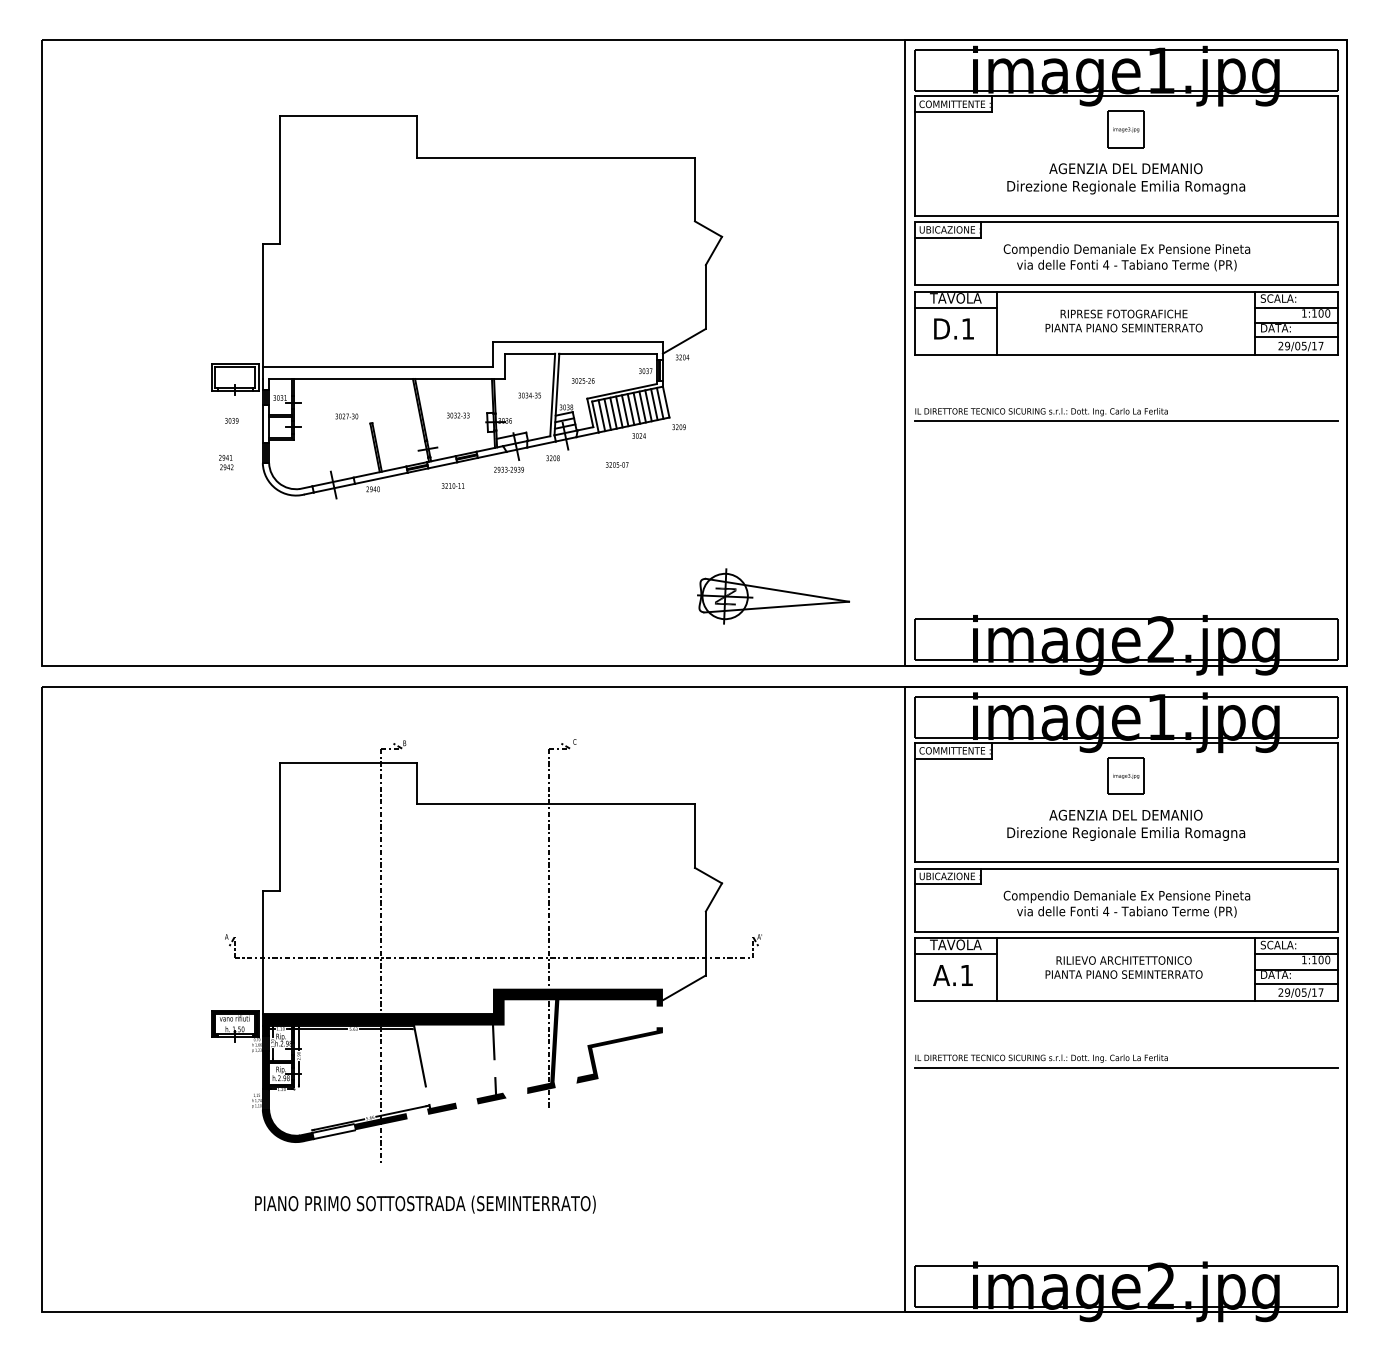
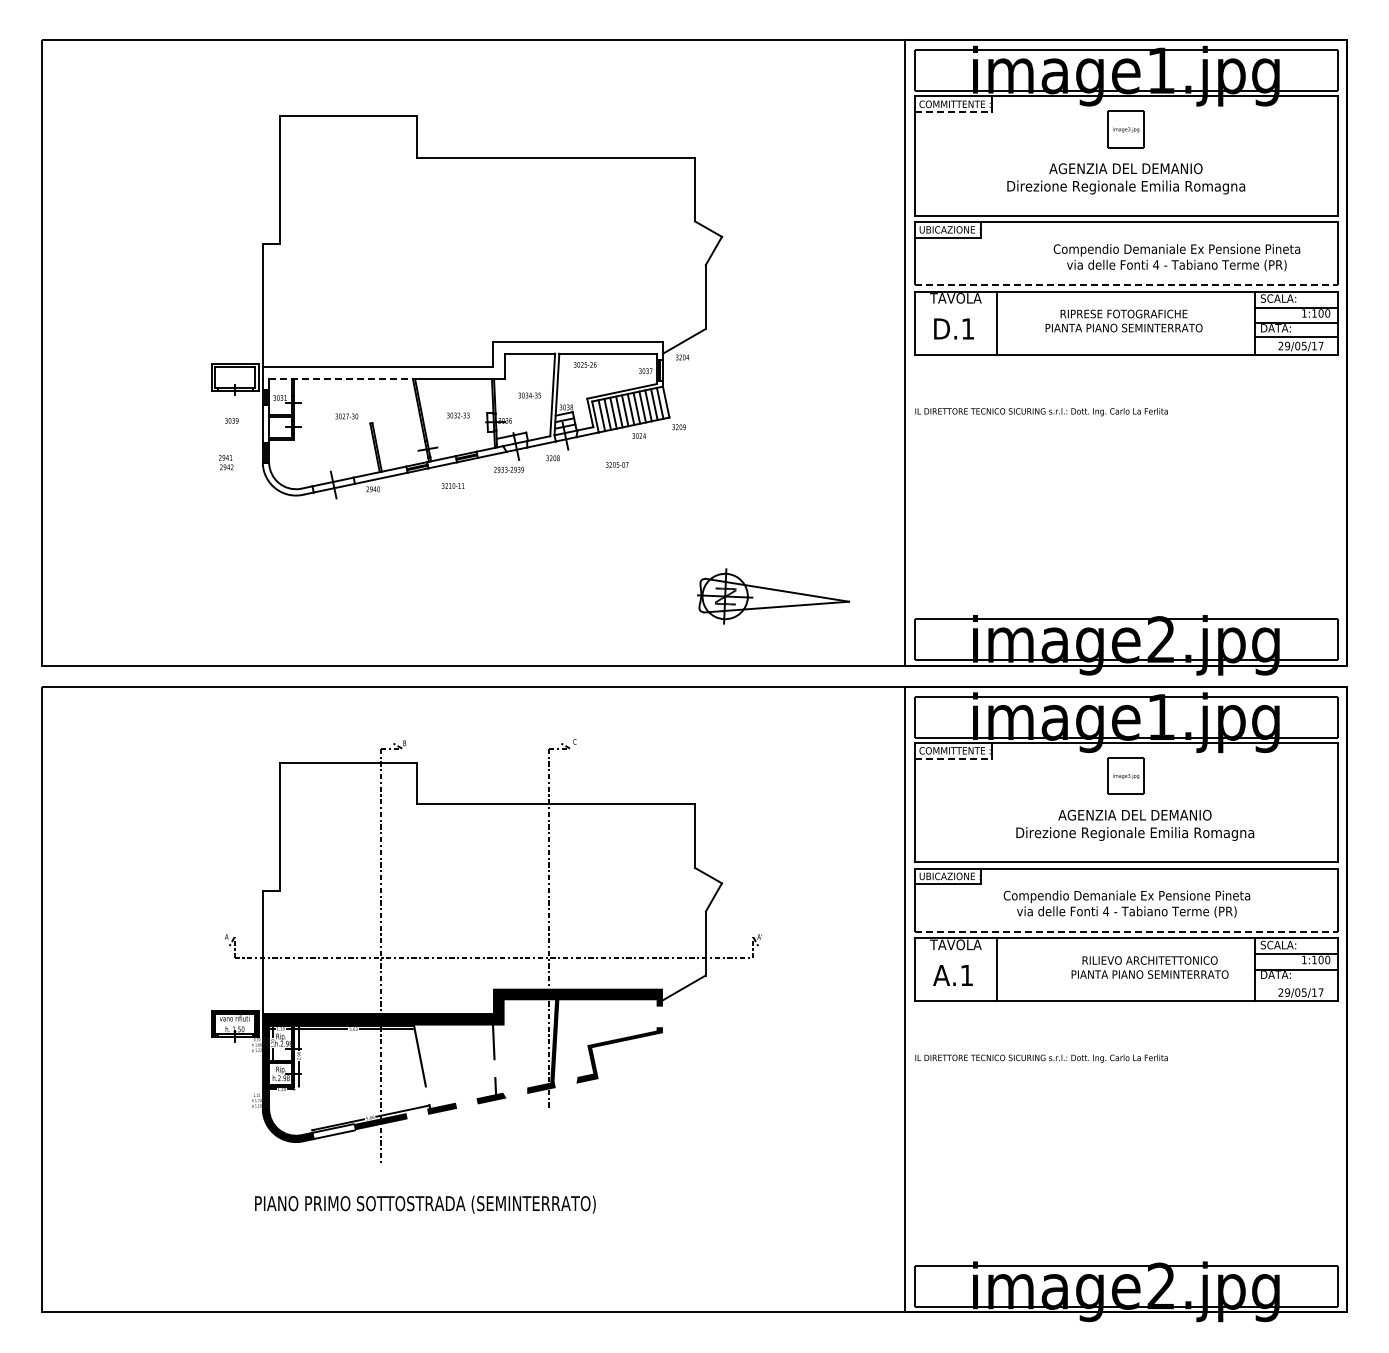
line at (953, 112): solid -> dashed
text at (1126, 257) position: (1126, 257) -> (1176, 257)
line at (1126, 285): solid -> dashed
line at (955, 307): present -> none
line at (341, 379): solid -> dashed
text at (583, 380) position: (583, 380) -> (585, 364)
line at (1125, 421): present -> none
line at (953, 758): solid -> dashed
text at (1126, 824) position: (1126, 824) -> (1135, 824)
line at (1126, 931): solid -> dashed
line at (955, 954): present -> none
text at (1123, 967) position: (1123, 967) -> (1149, 967)
line at (1296, 983): present -> none
line at (1125, 1067): present -> none
